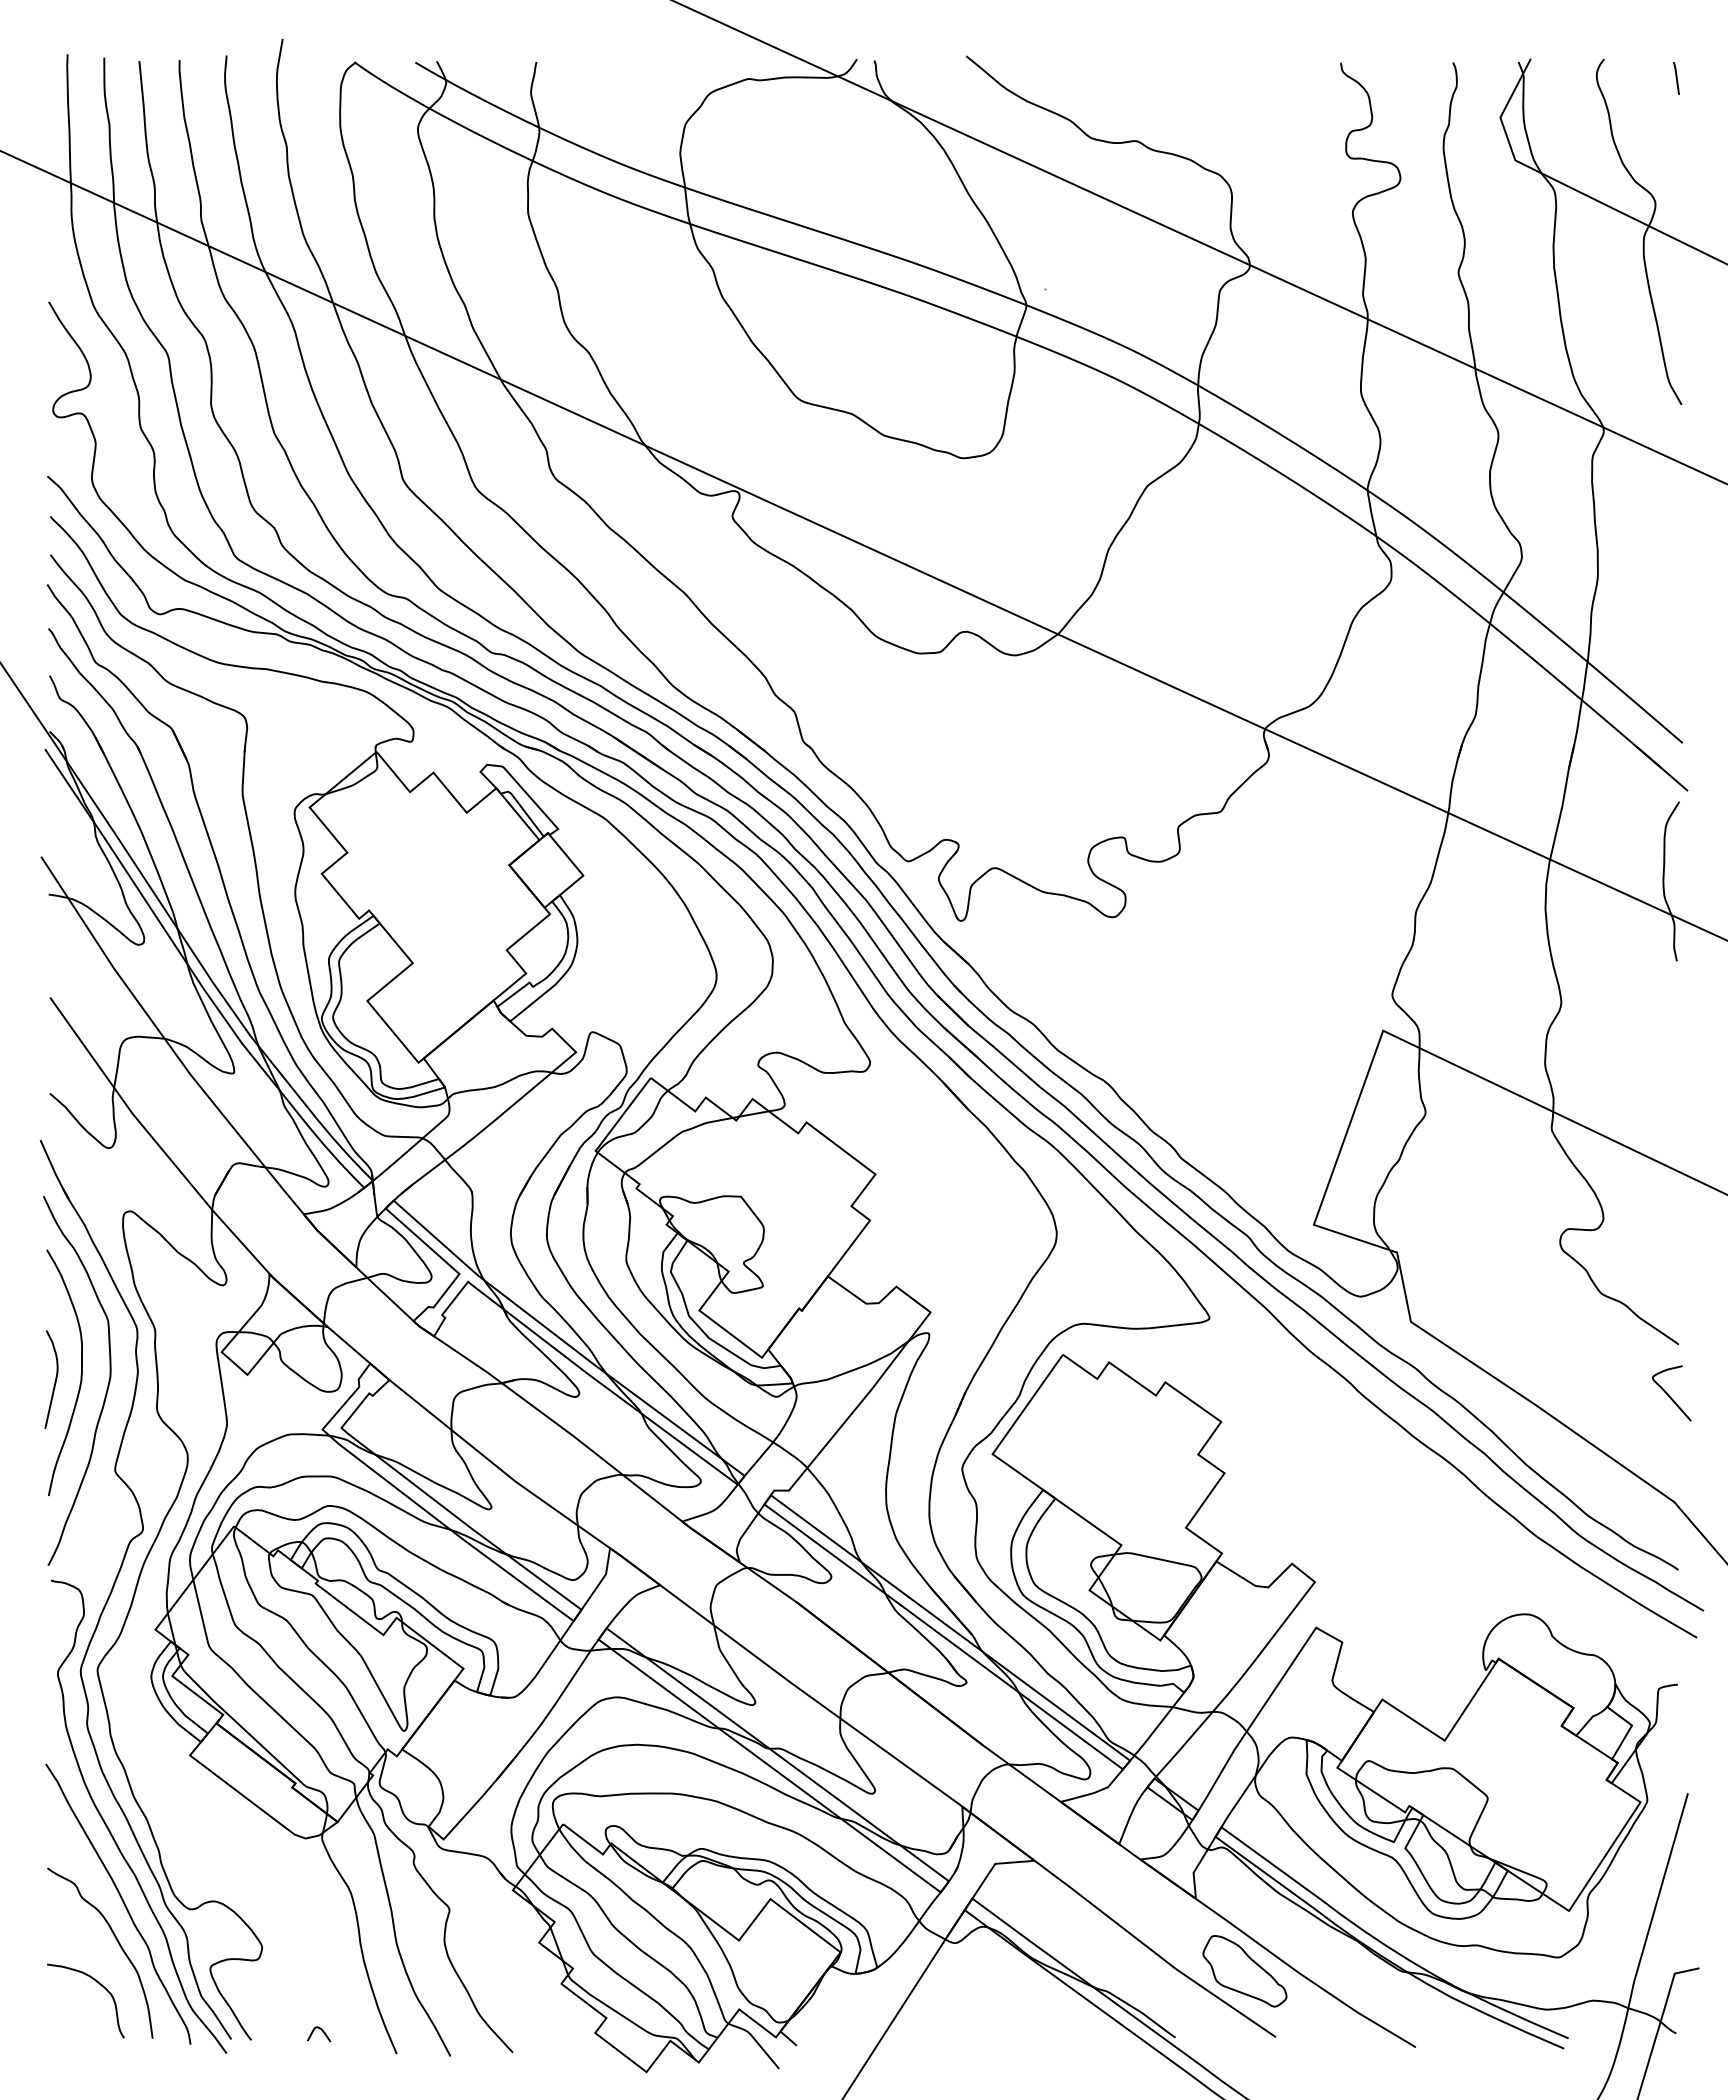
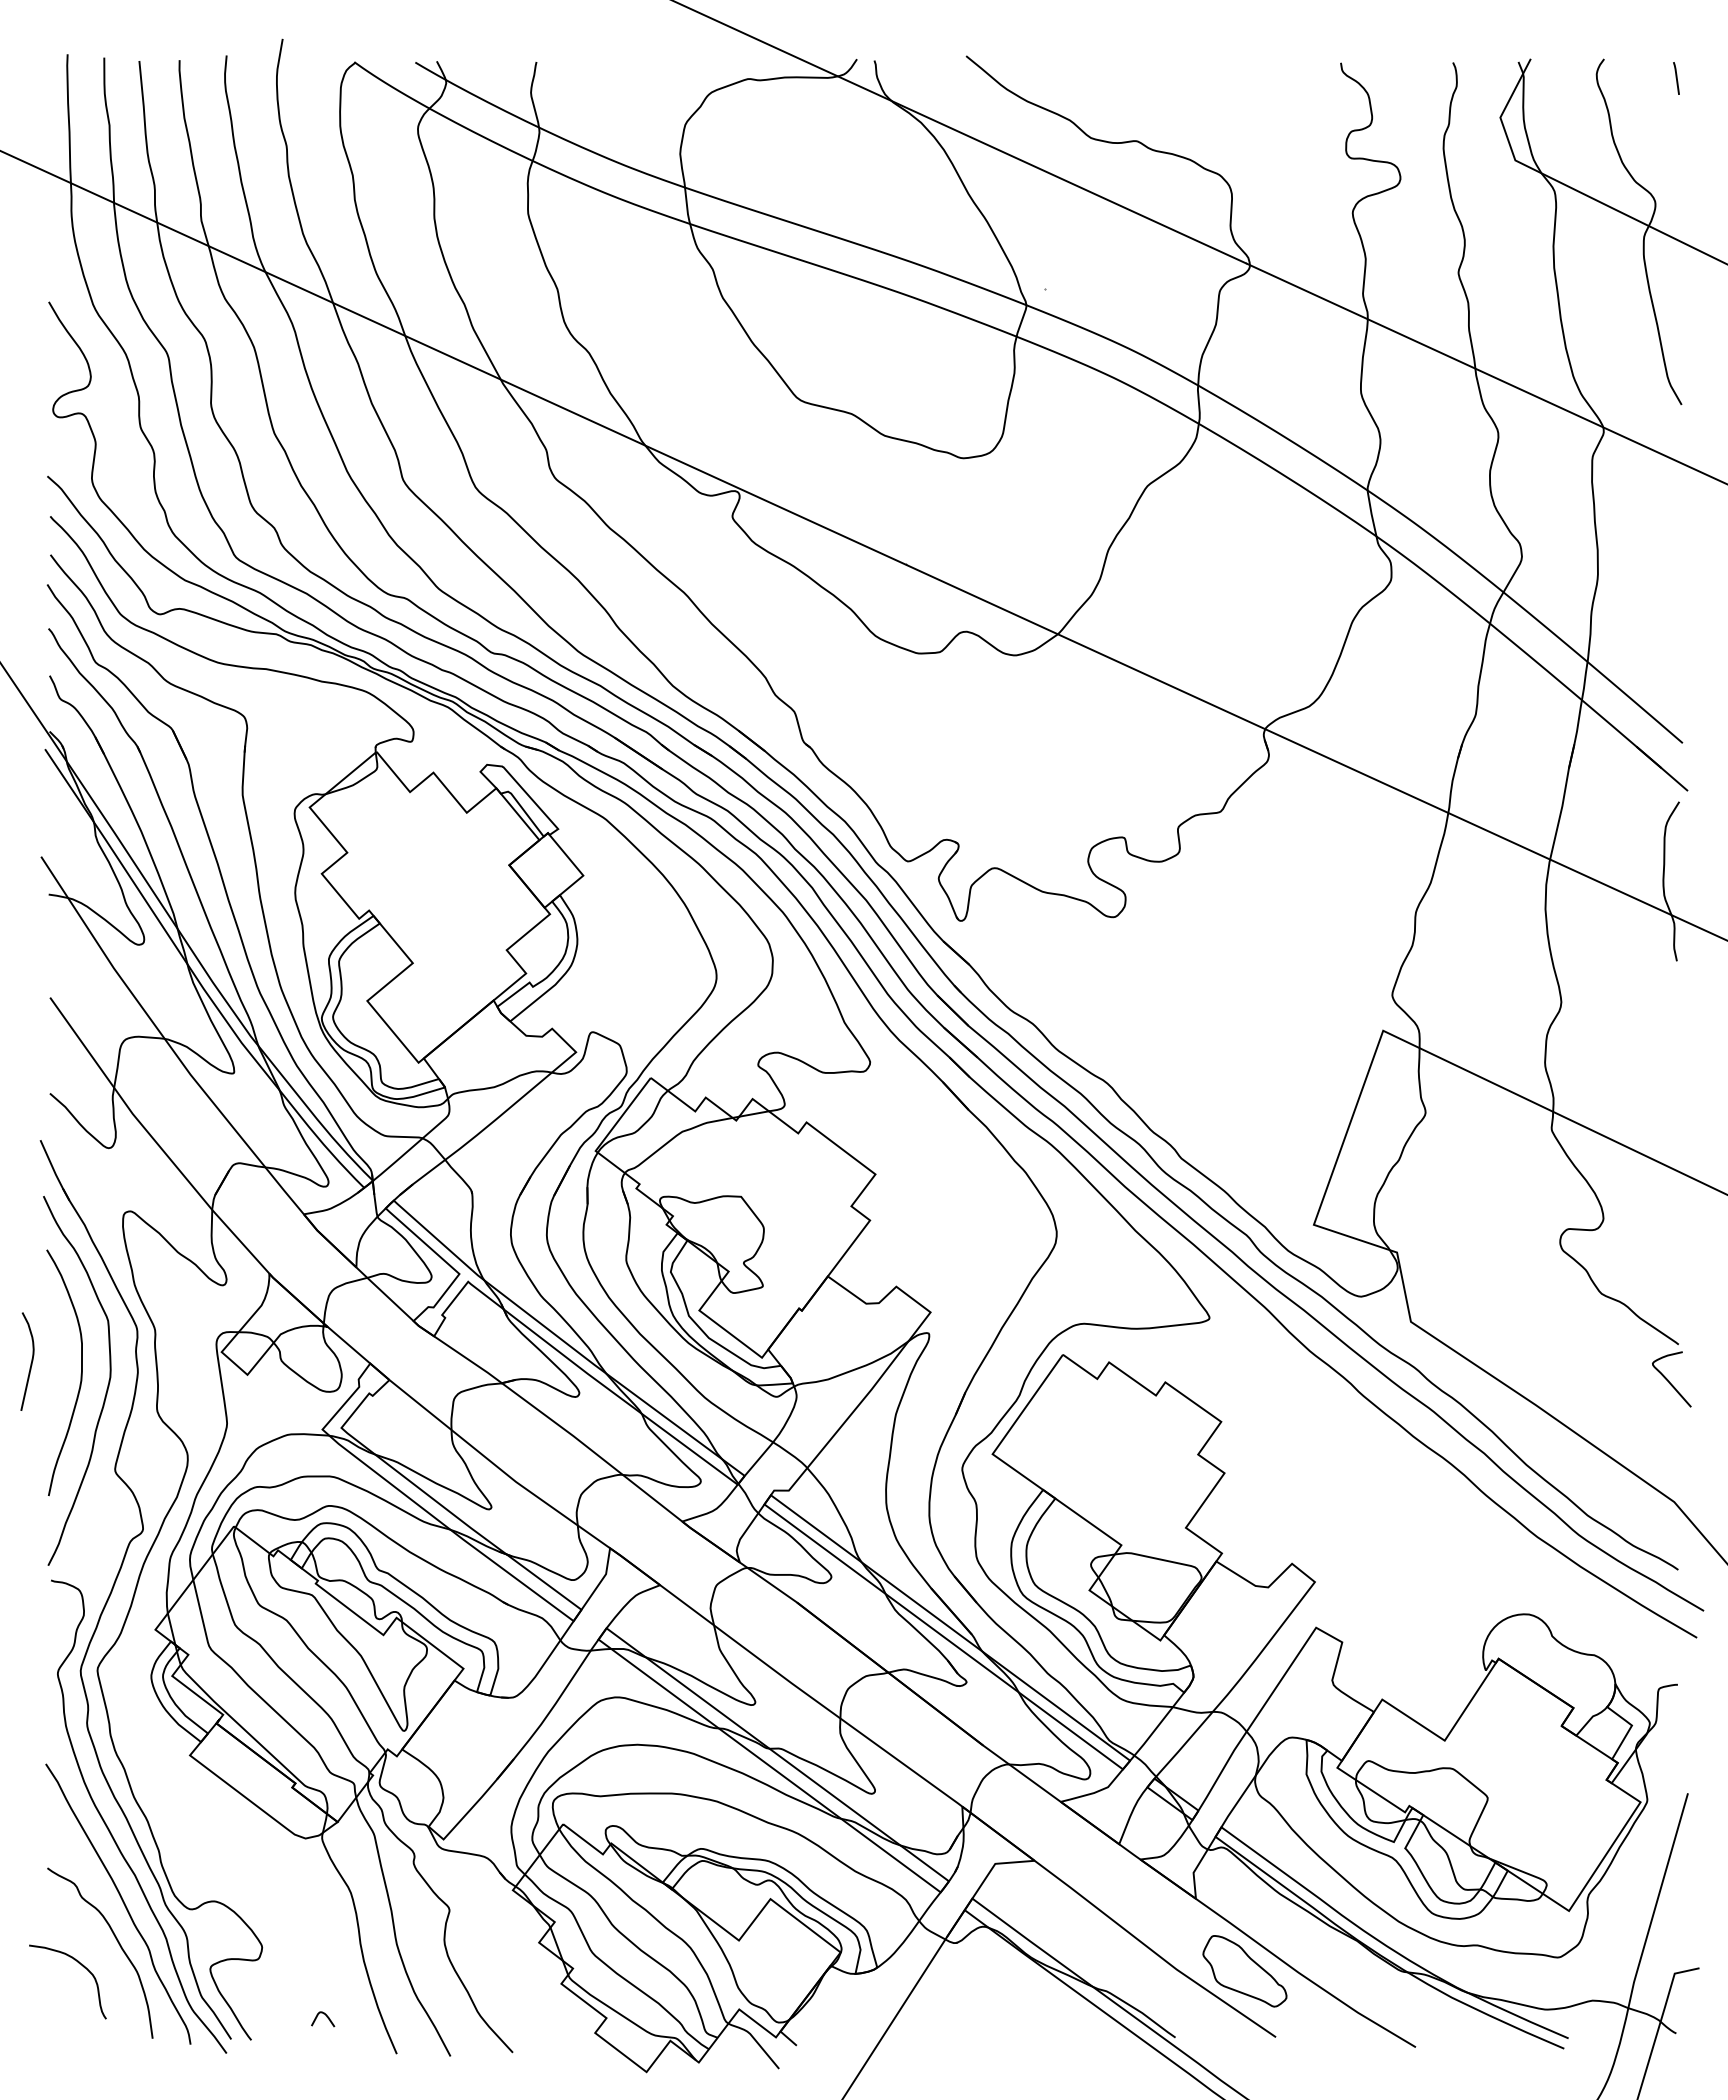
curve at (54, 1381) position: (54, 1381) -> (30, 1363)
curve at (1669, 1395) position: (1669, 1395) -> (1669, 1381)
curve at (97, 1983) position: (97, 1983) -> (79, 1964)
curve at (322, 2032) position: (322, 2032) -> (326, 2017)
